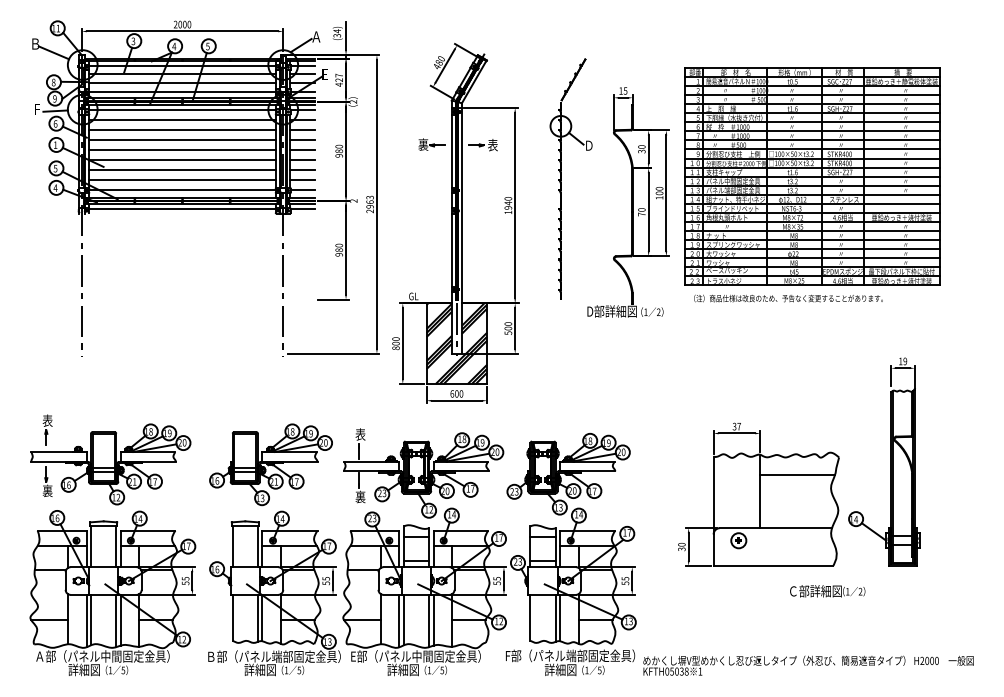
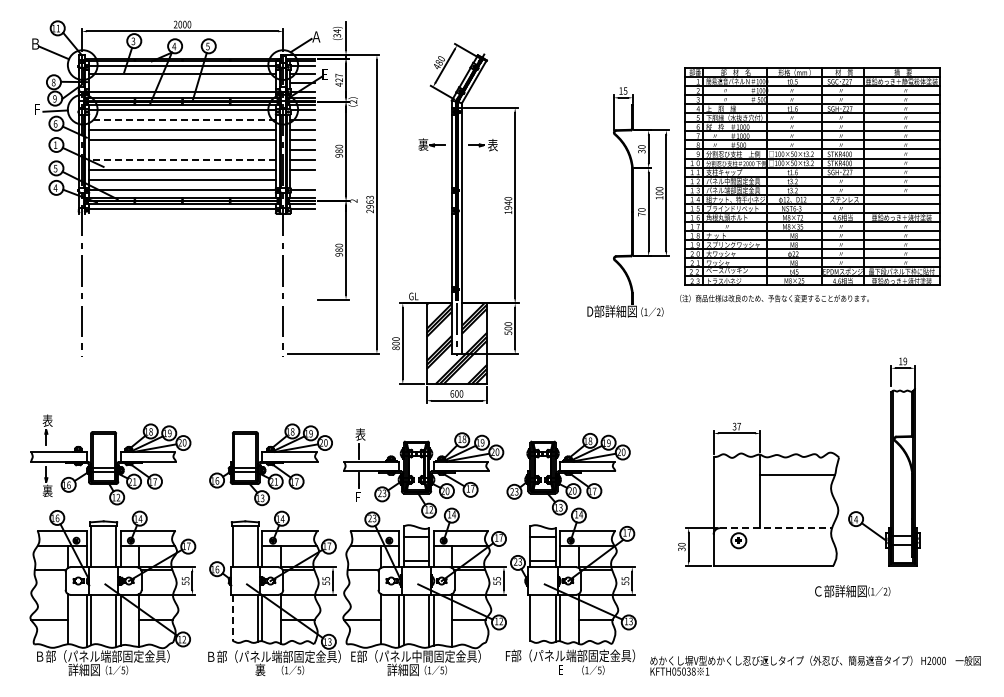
line at (182, 83): present -> none
line at (182, 119): solid -> dashed
line at (182, 149): present -> none
line at (182, 160): solid -> dashed
part at (561, 178): present -> none
line at (302, 180): present -> none
text at (788, 298) position: (788, 298) -> (774, 298)
text at (360, 496): 裏 -> F
line at (776, 528): solid -> dashed
text at (827, 591) position: (827, 591) -> (852, 591)
line at (232, 617): solid -> dashed
text at (78, 656): Ａ部（パネル中間固定金具） -> Ｂ部（パネル端部固定金具）
text at (808, 665) position: (808, 665) -> (815, 665)
text at (259, 669): 詳細図 -> 裏
text at (560, 669): 詳細図 -> E
